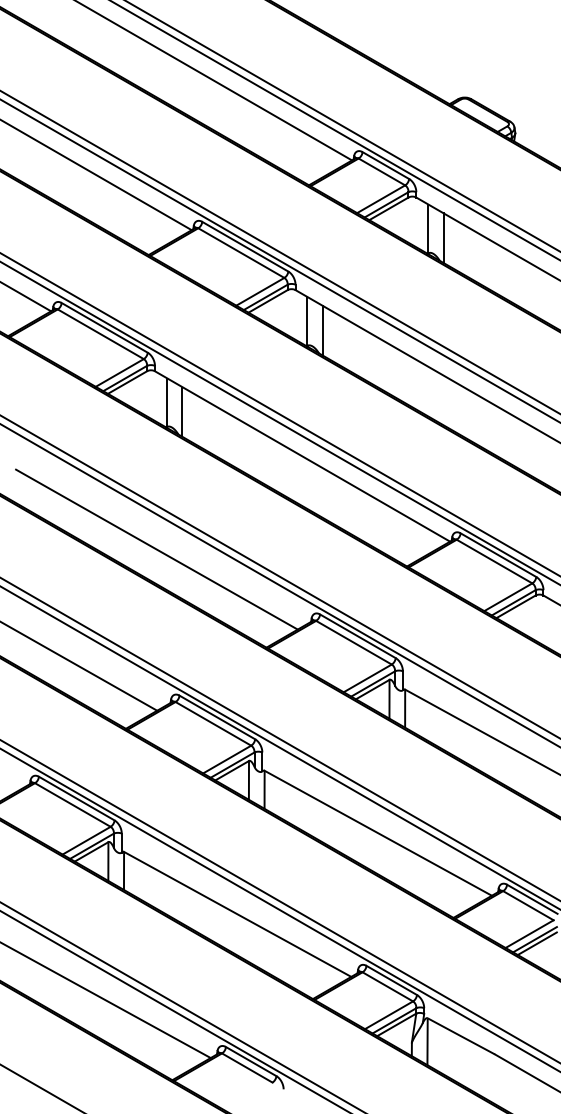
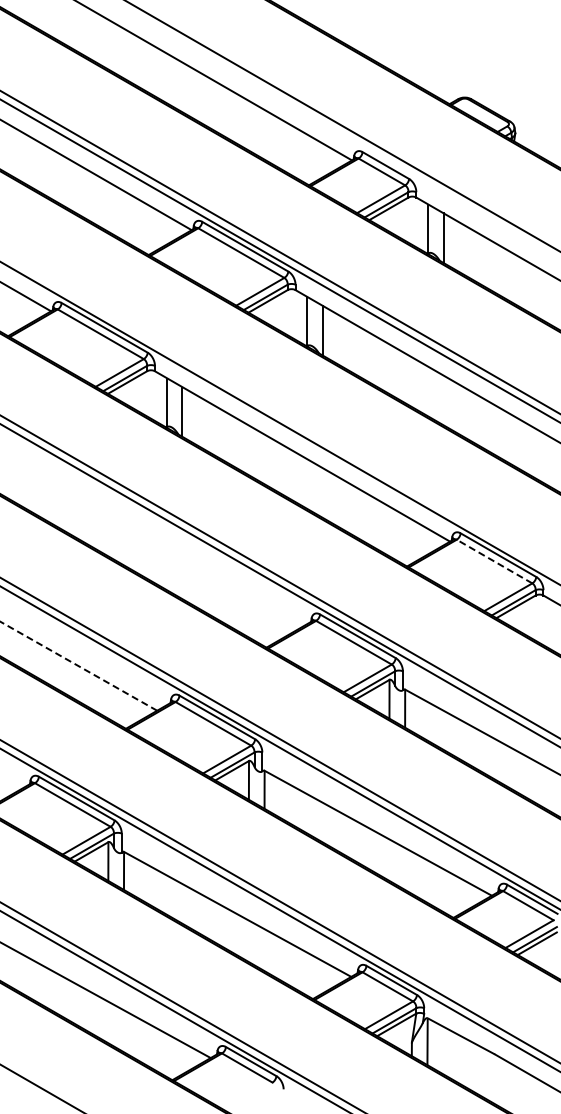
line at (334, 130): present -> none
line at (279, 414): present -> none
line at (156, 549): present -> none
line at (494, 561): solid -> dashed
line at (78, 666): solid -> dashed
